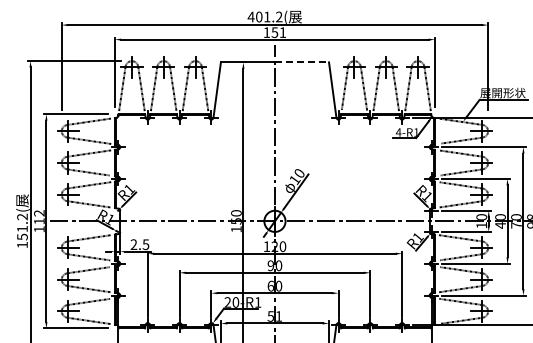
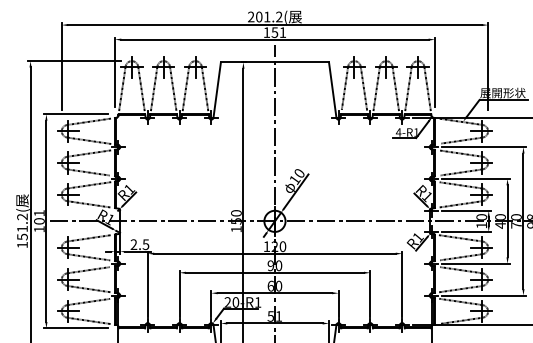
text at (250, 16): 401.2( -> 201.2(
line at (302, 62): dashed -> solid
text at (39, 217): 112 -> 101
